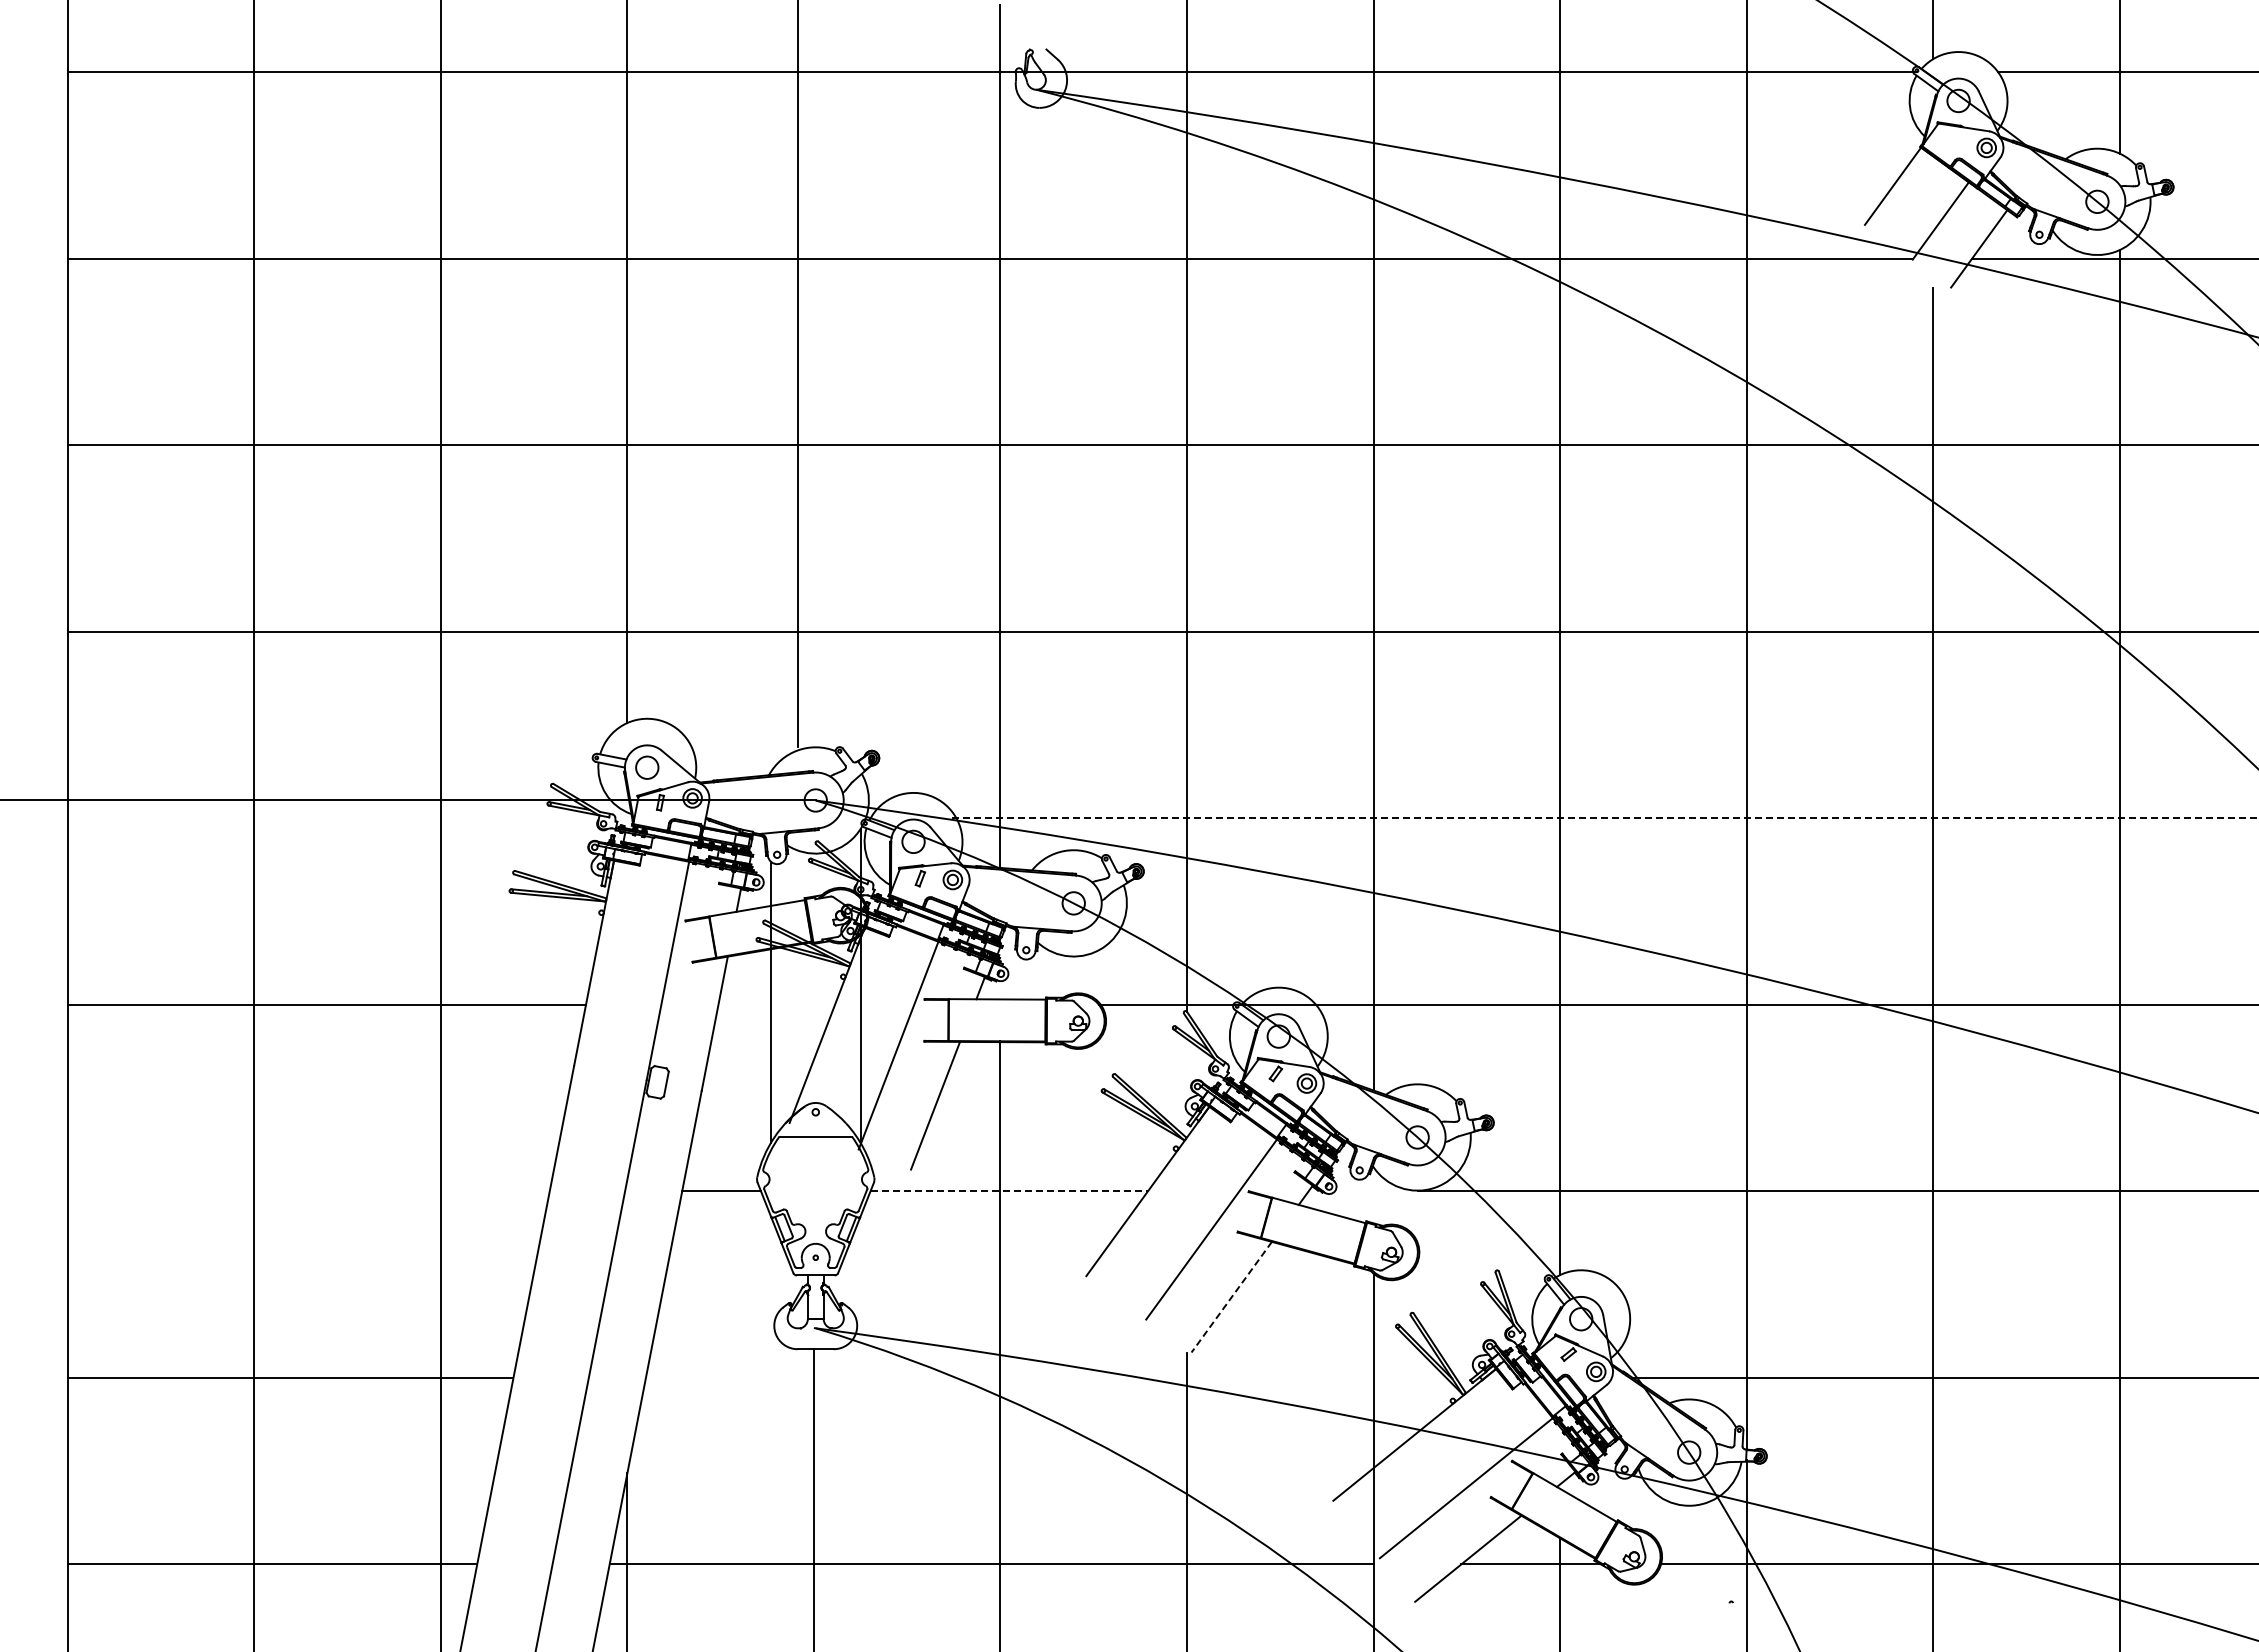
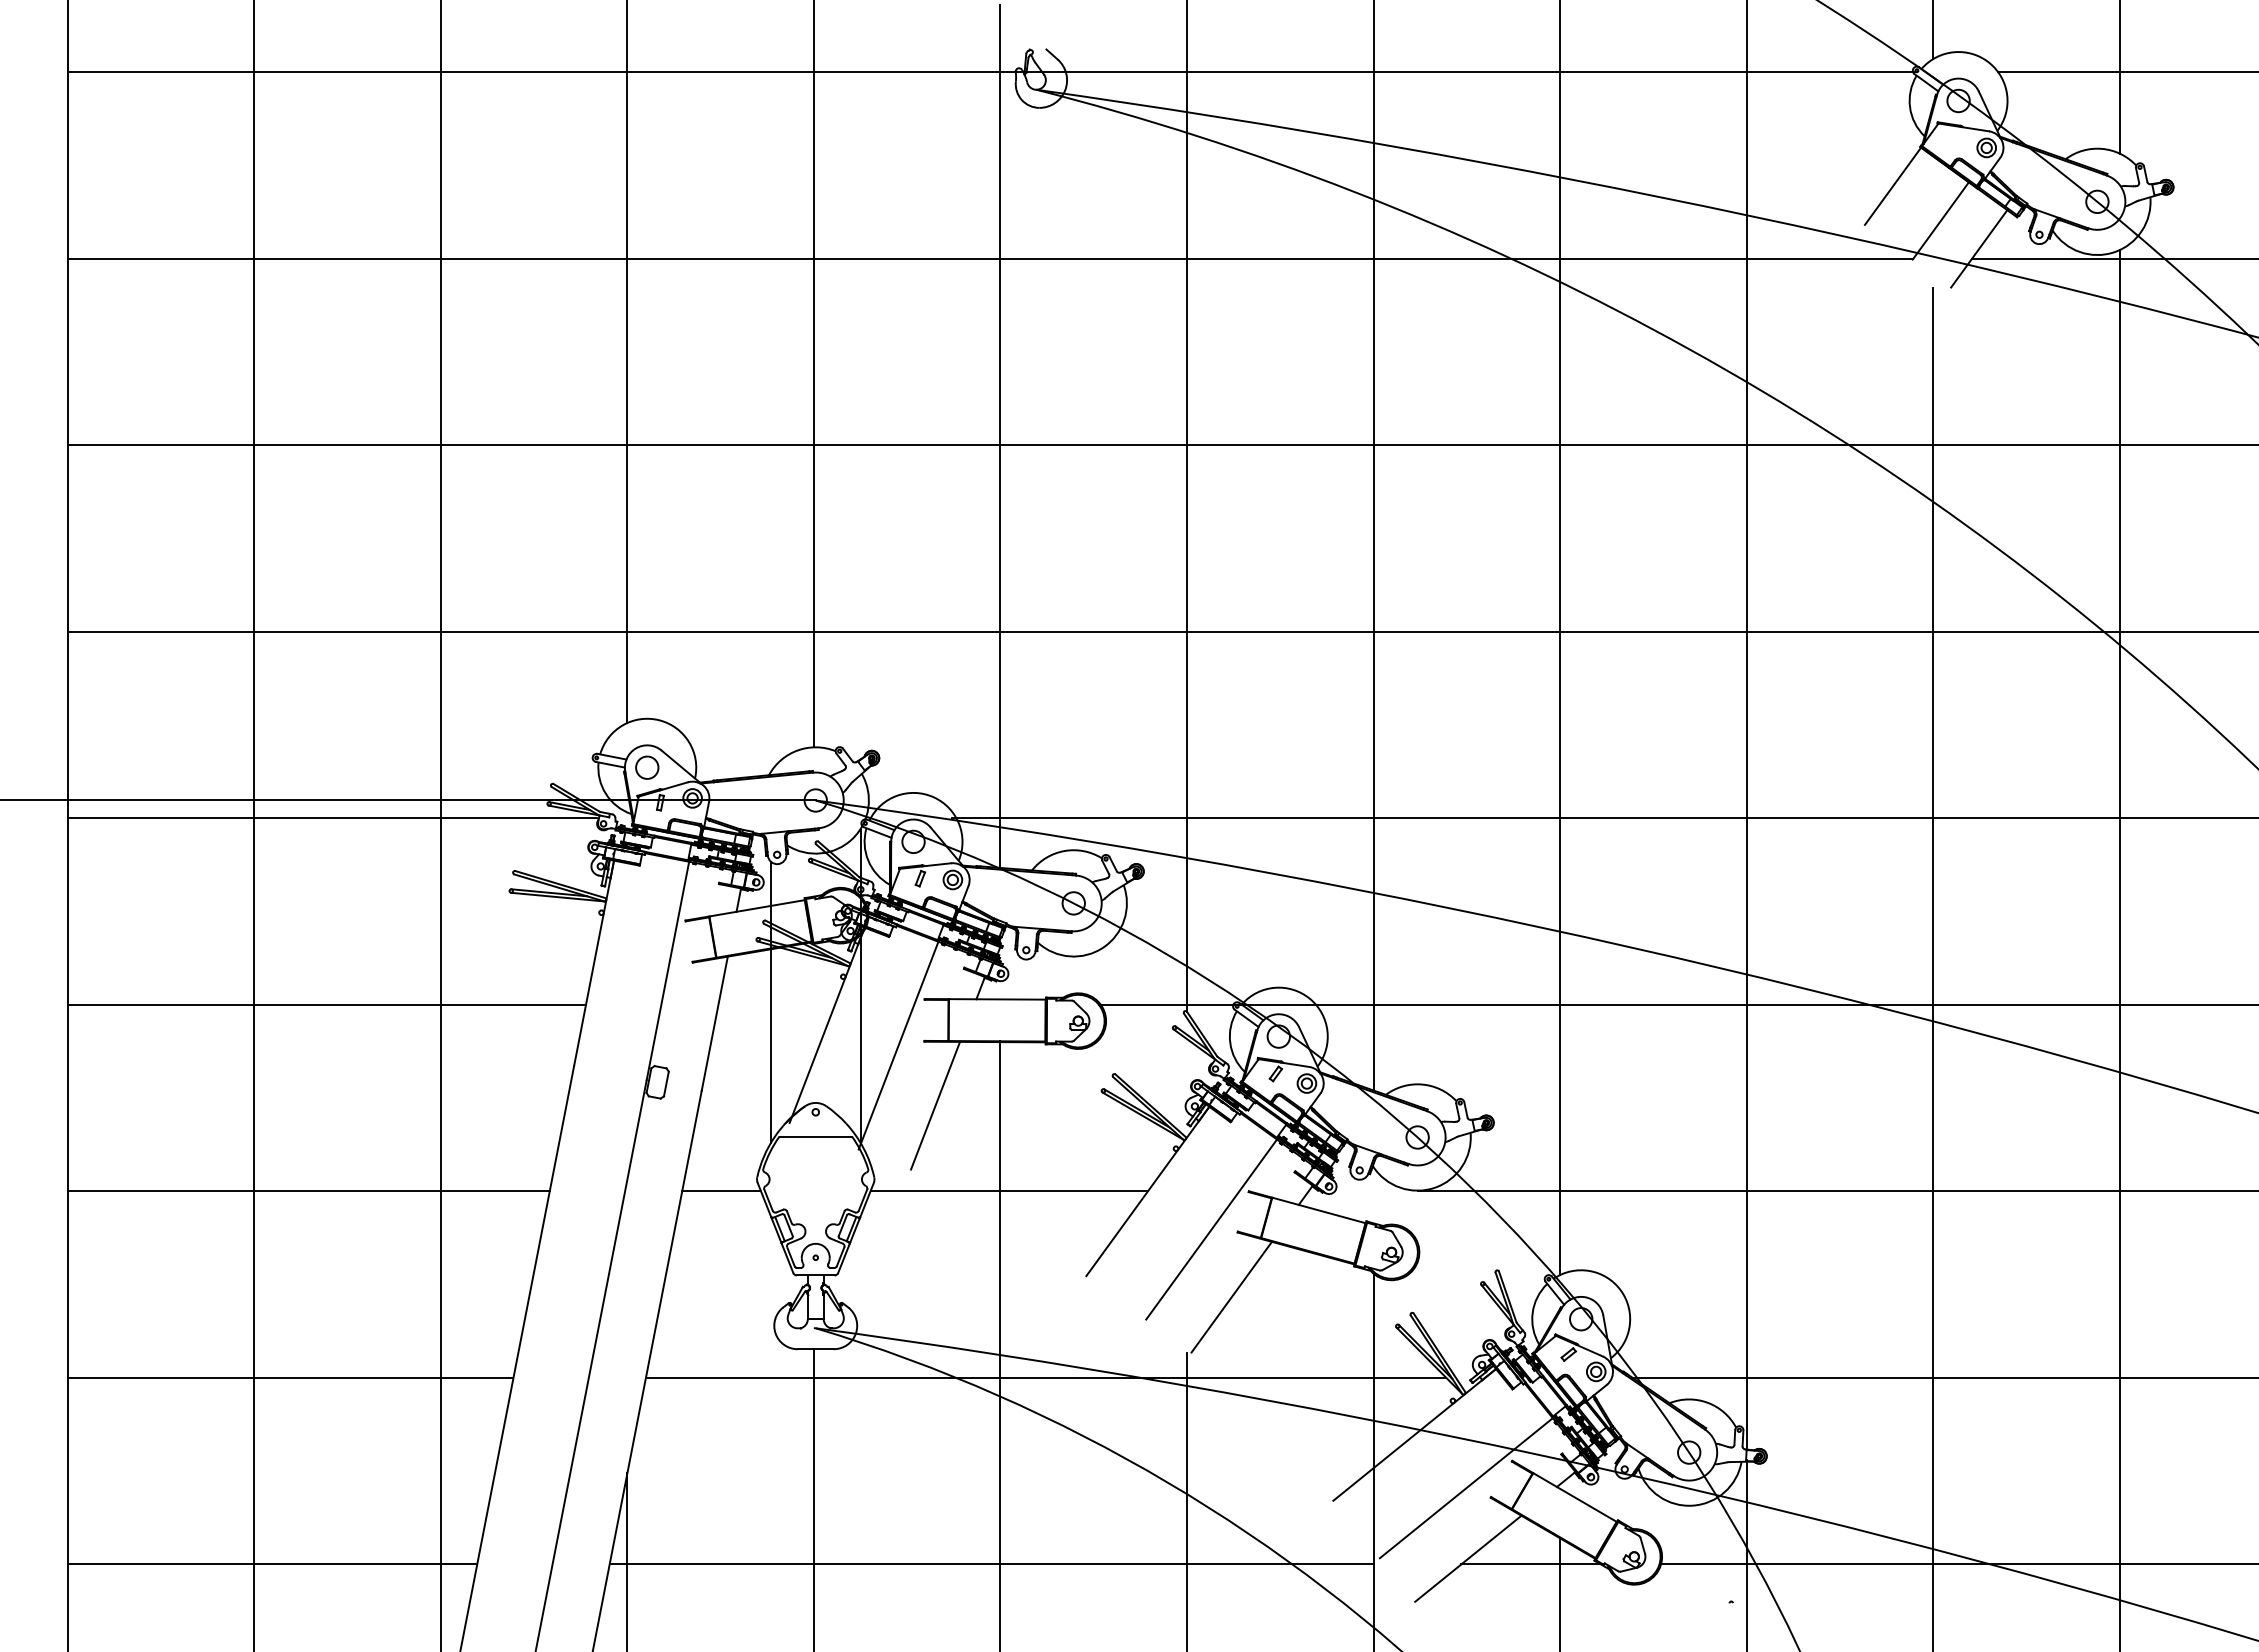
line at (797, 374) position: (797, 374) -> (813, 374)
line at (332, 818): none -> present
line at (1605, 818): dashed -> solid
line at (308, 1191): none -> present
line at (1009, 1191): dashed -> solid
line at (1231, 1297): dashed -> solid
line at (1045, 1377): none -> present
